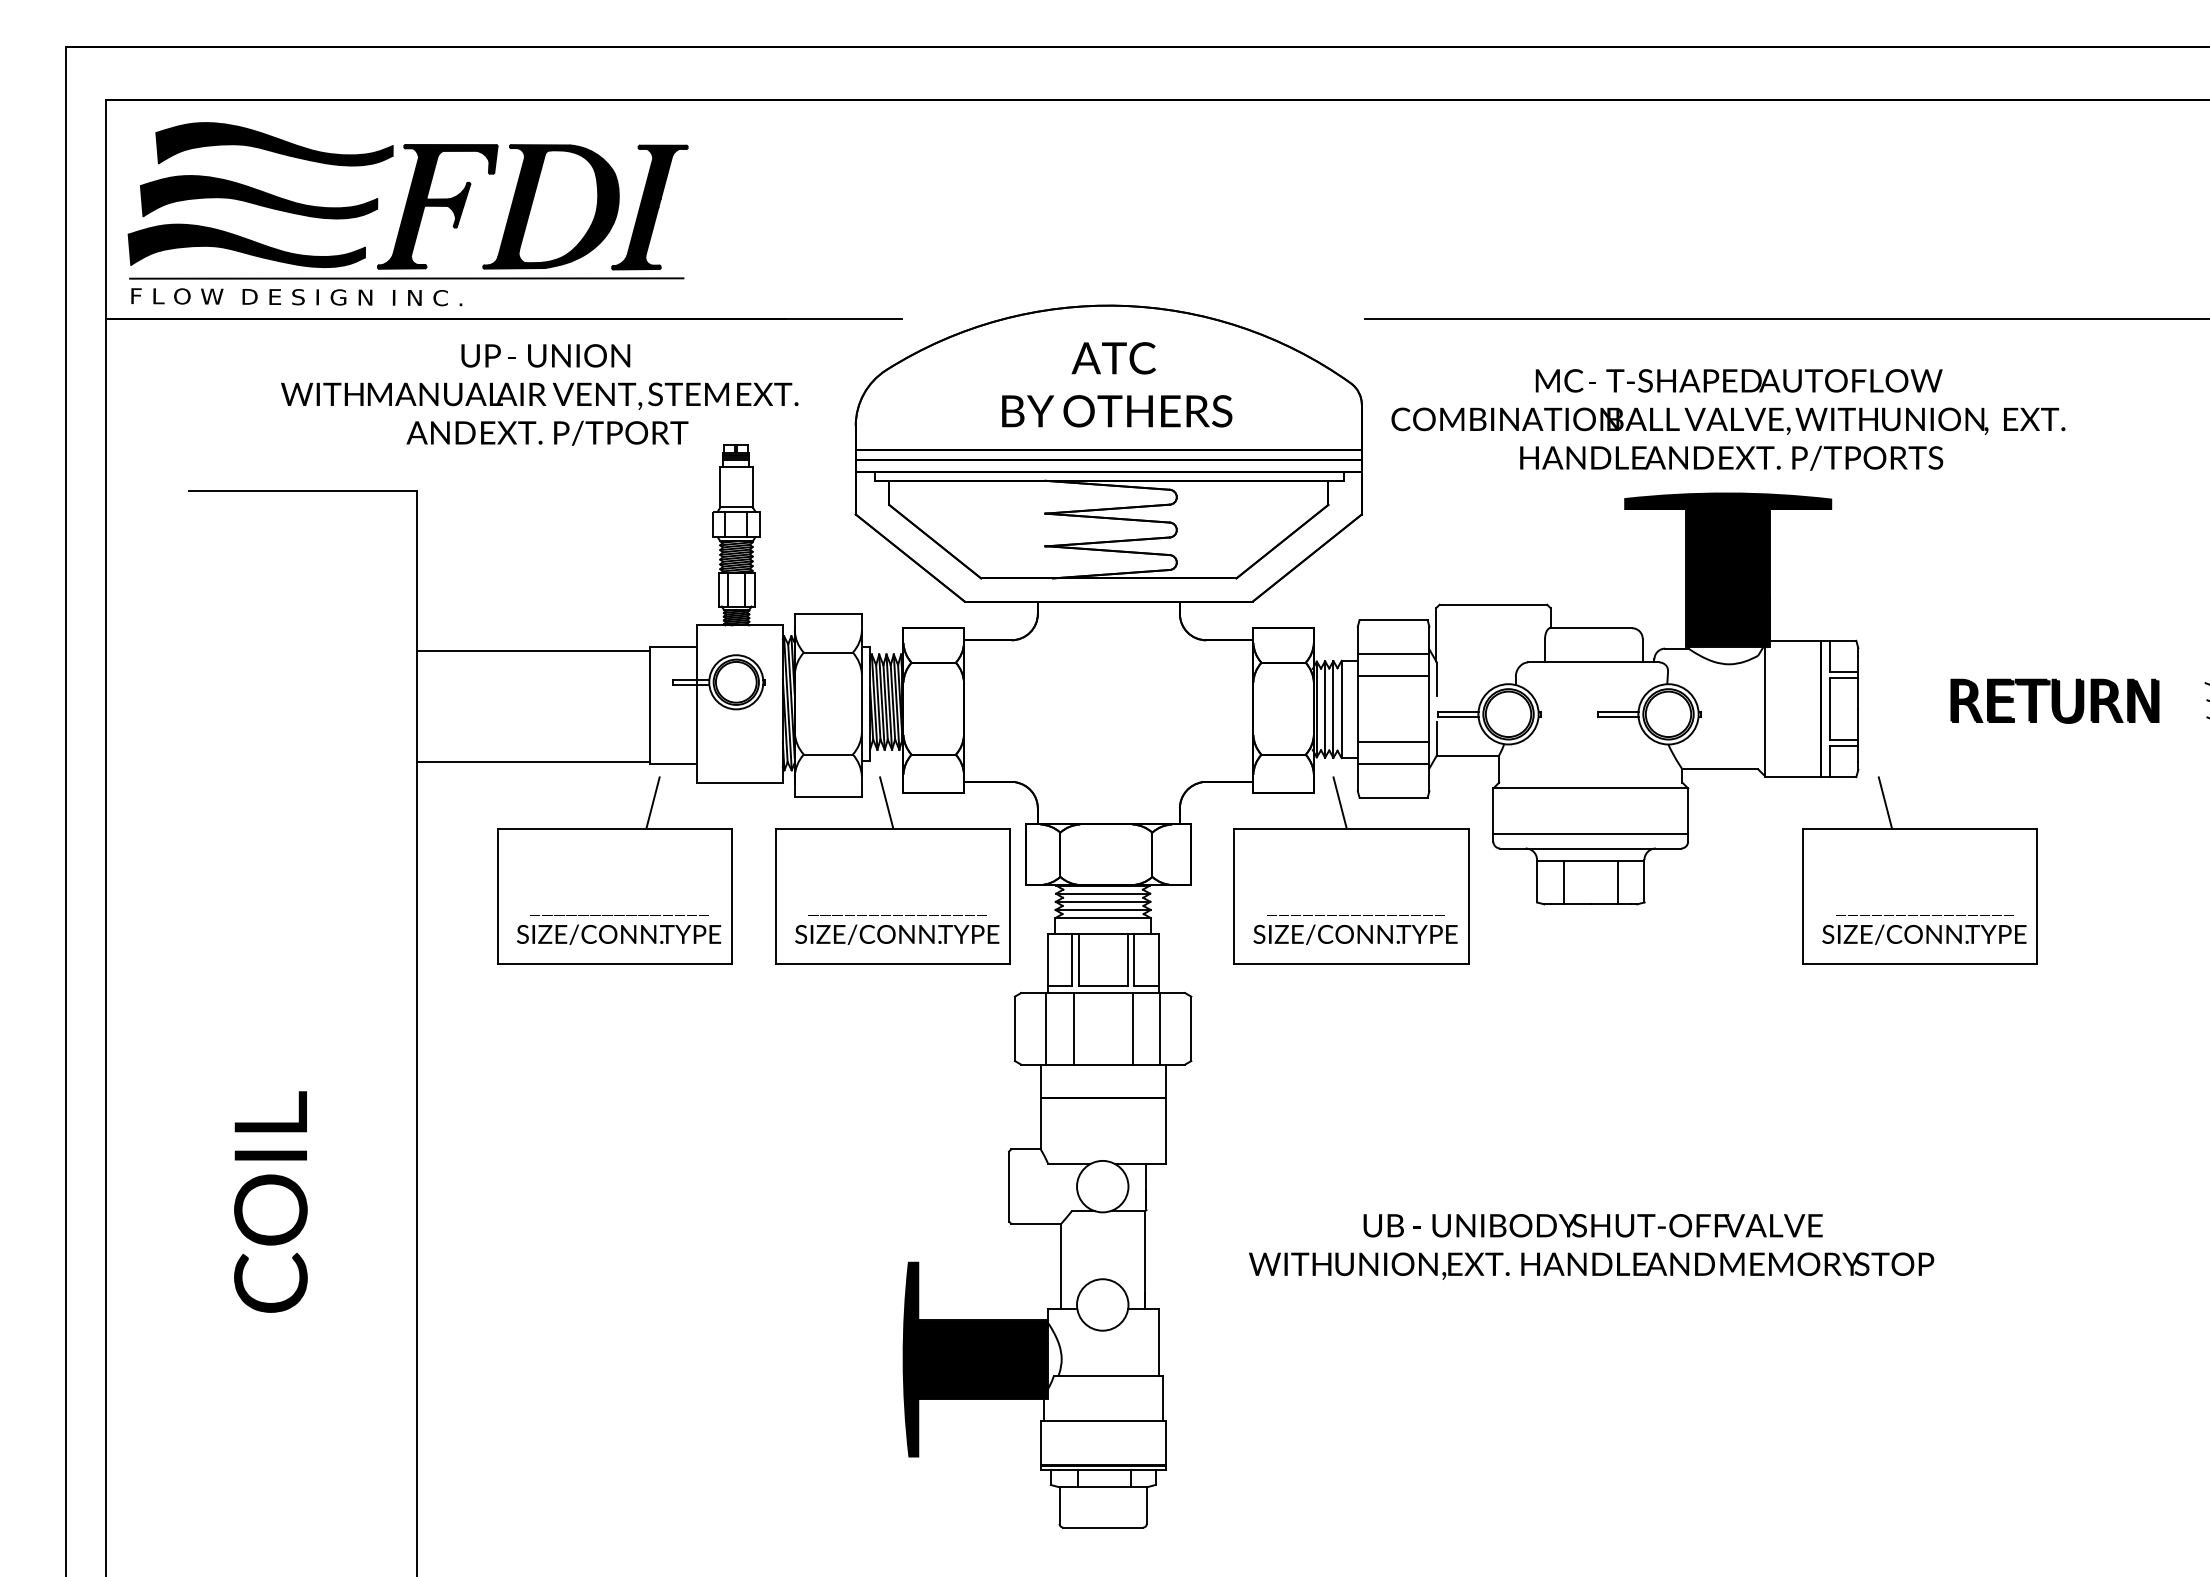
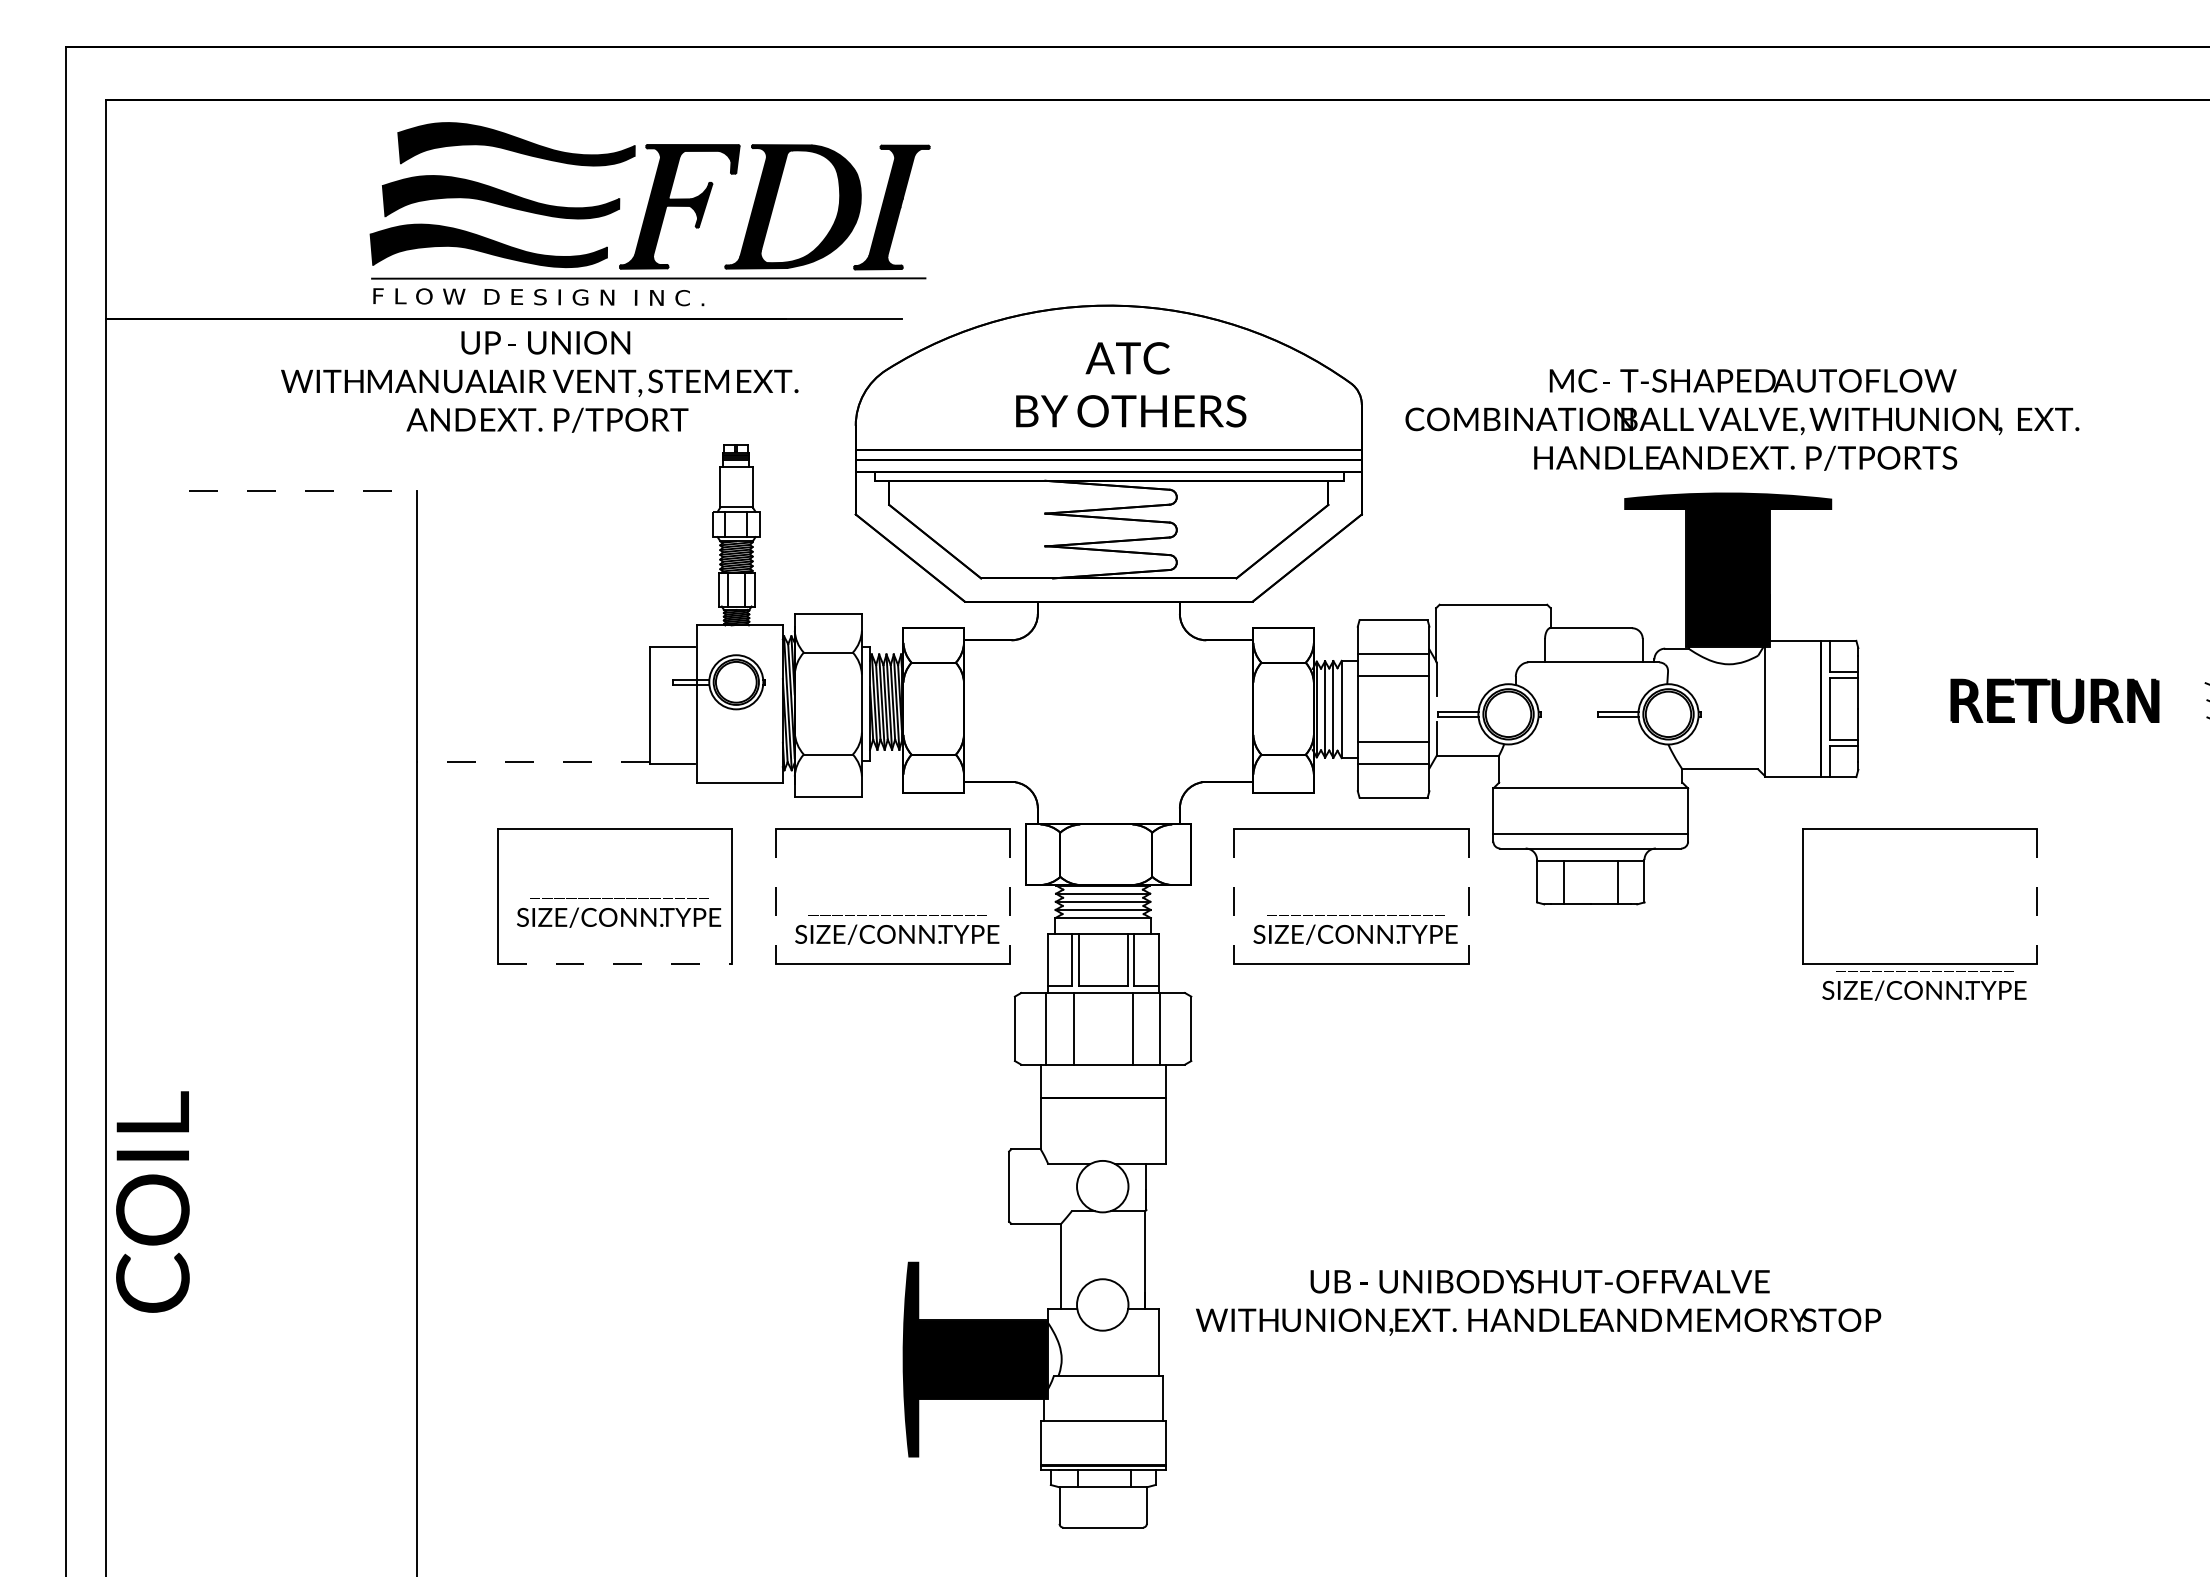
part at (407, 214) position: (407, 214) -> (649, 214)
line at (1785, 319): present -> none
text at (1117, 384) position: (1117, 384) -> (1131, 384)
text at (539, 394) position: (539, 394) -> (539, 381)
text at (1728, 419) position: (1728, 419) -> (1742, 419)
line at (303, 491): solid -> dashed
line at (533, 650): present -> none
line at (532, 762): solid -> dashed
line at (652, 802): present -> none
line at (886, 802): present -> none
line at (1339, 802): present -> none
line at (1885, 802): present -> none
line at (776, 896): solid -> dashed
line at (1010, 896): solid -> dashed
line at (1234, 896): solid -> dashed
line at (1468, 896): solid -> dashed
line at (2037, 896): solid -> dashed
text at (619, 929) position: (619, 929) -> (619, 912)
text at (1924, 929) position: (1924, 929) -> (1924, 985)
line at (615, 964): solid -> dashed
text at (270, 1201) position: (270, 1201) -> (152, 1201)
text at (1591, 1246) position: (1591, 1246) -> (1538, 1302)
